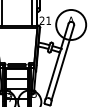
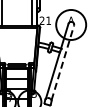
line at (62, 62): solid -> dashed
